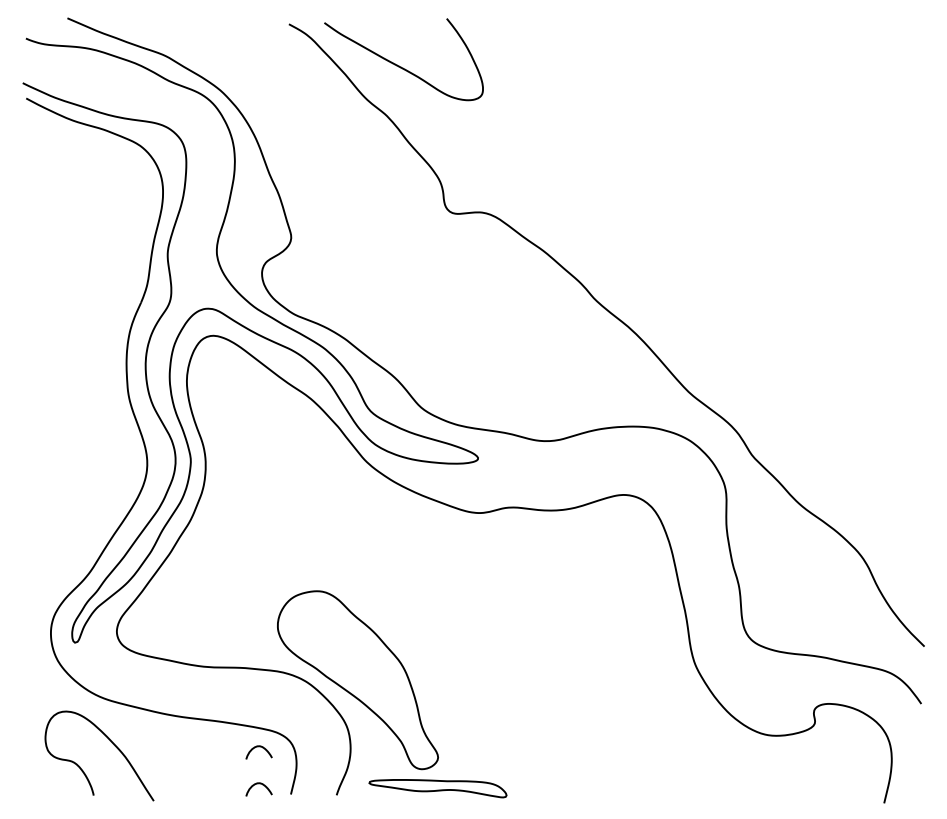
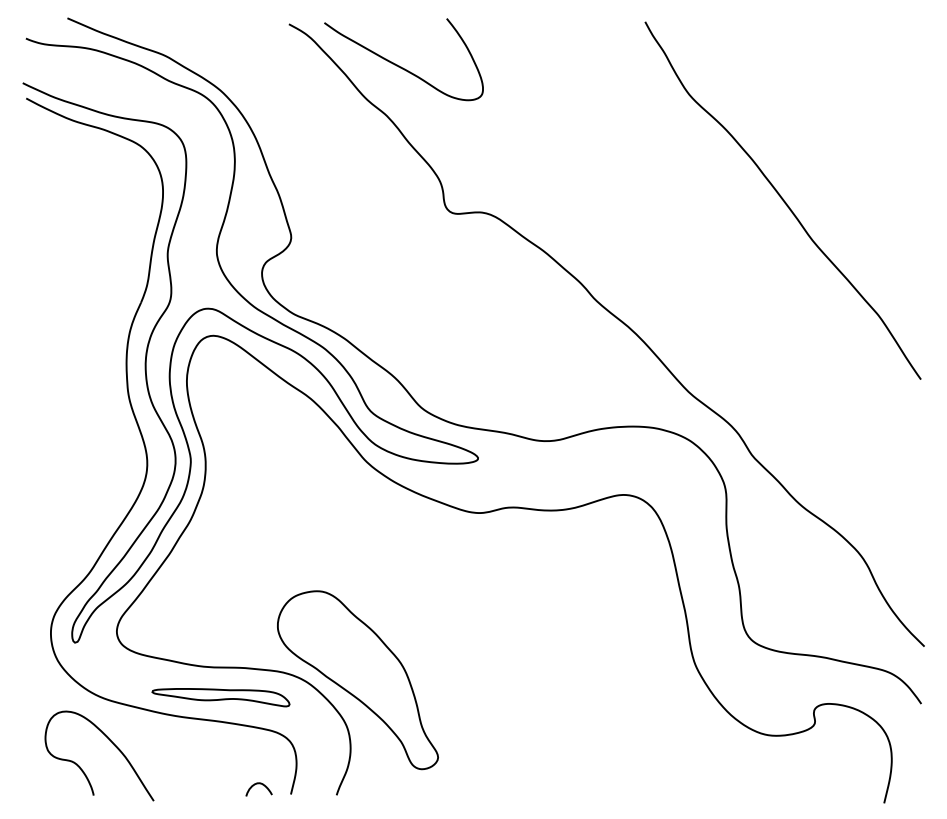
curve at (782, 200): none -> present
curve at (258, 747): present -> none
part at (437, 788) position: (437, 788) -> (220, 697)
